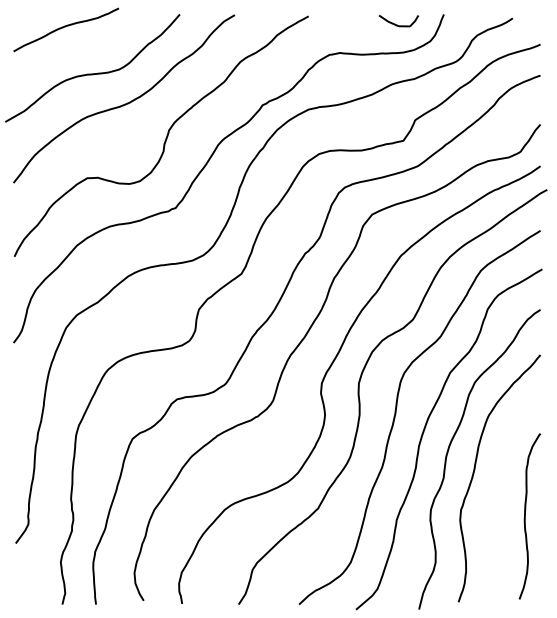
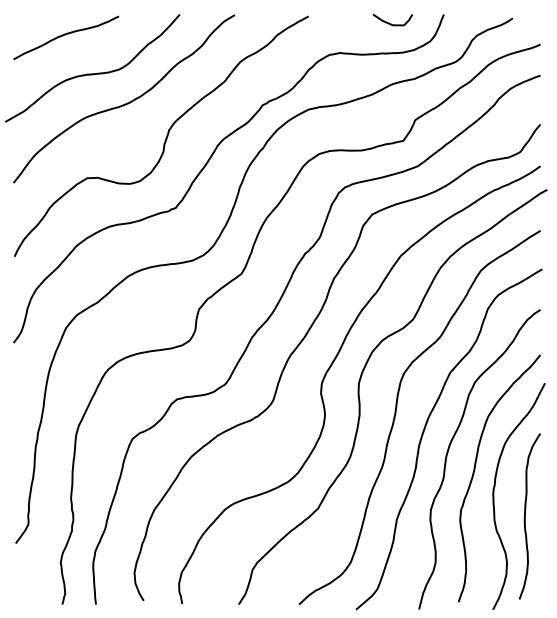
curve at (397, 24) position: (397, 24) -> (391, 23)
curve at (65, 27) position: (65, 27) -> (65, 35)
curve at (494, 496): none -> present
